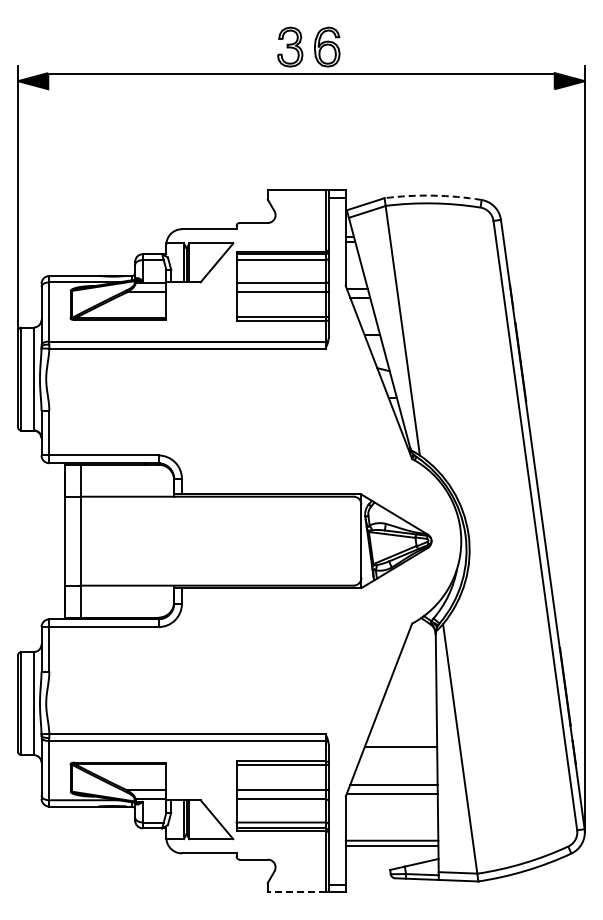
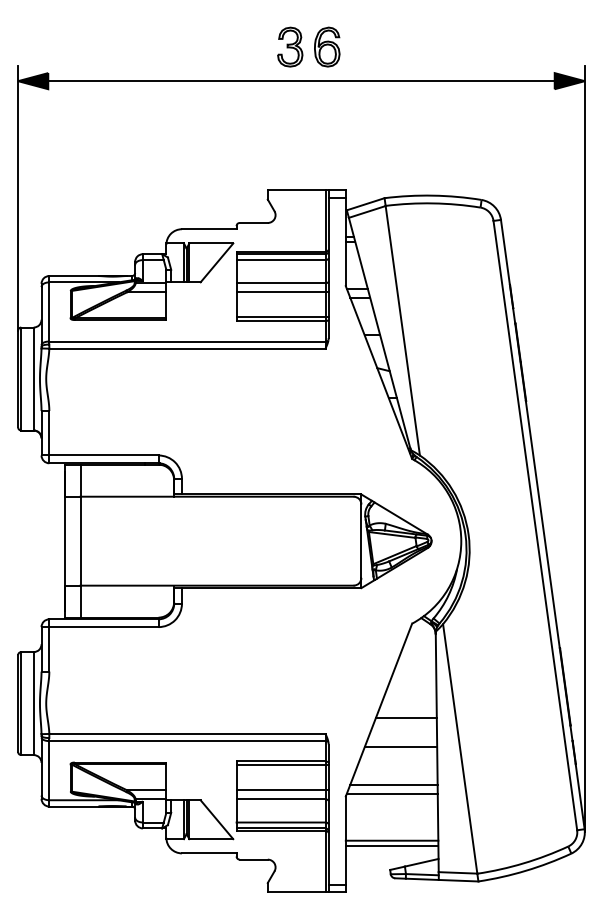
line at (301, 74) position: (301, 74) -> (301, 81)
arc at (433, 195): dashed -> solid
line at (406, 717): none -> present
line at (296, 892): dashed -> solid
